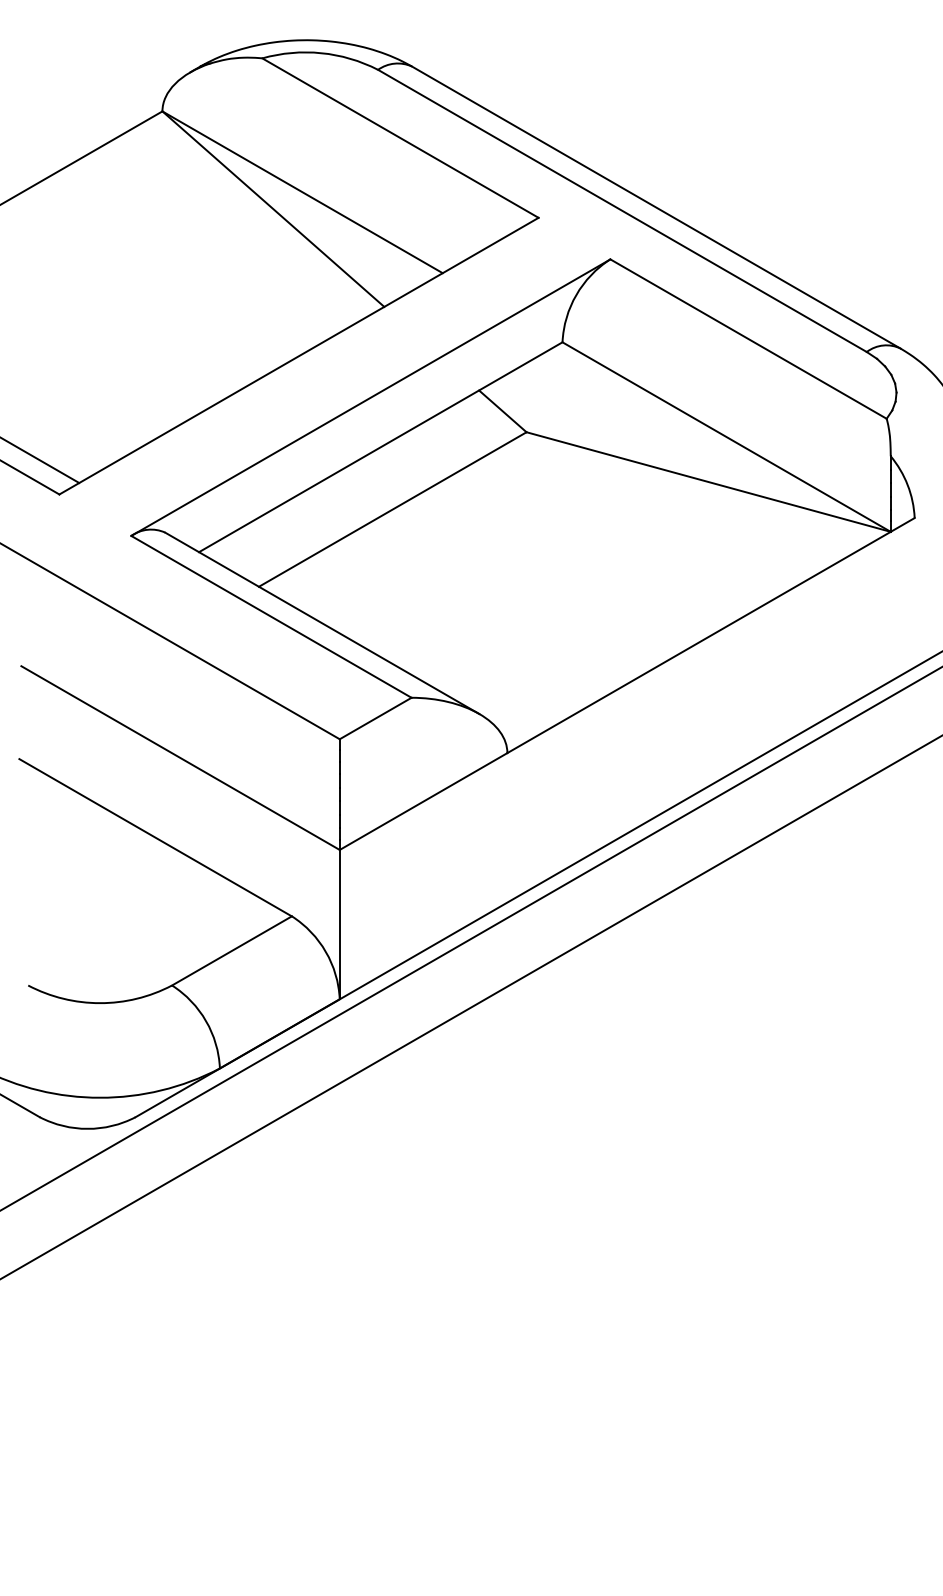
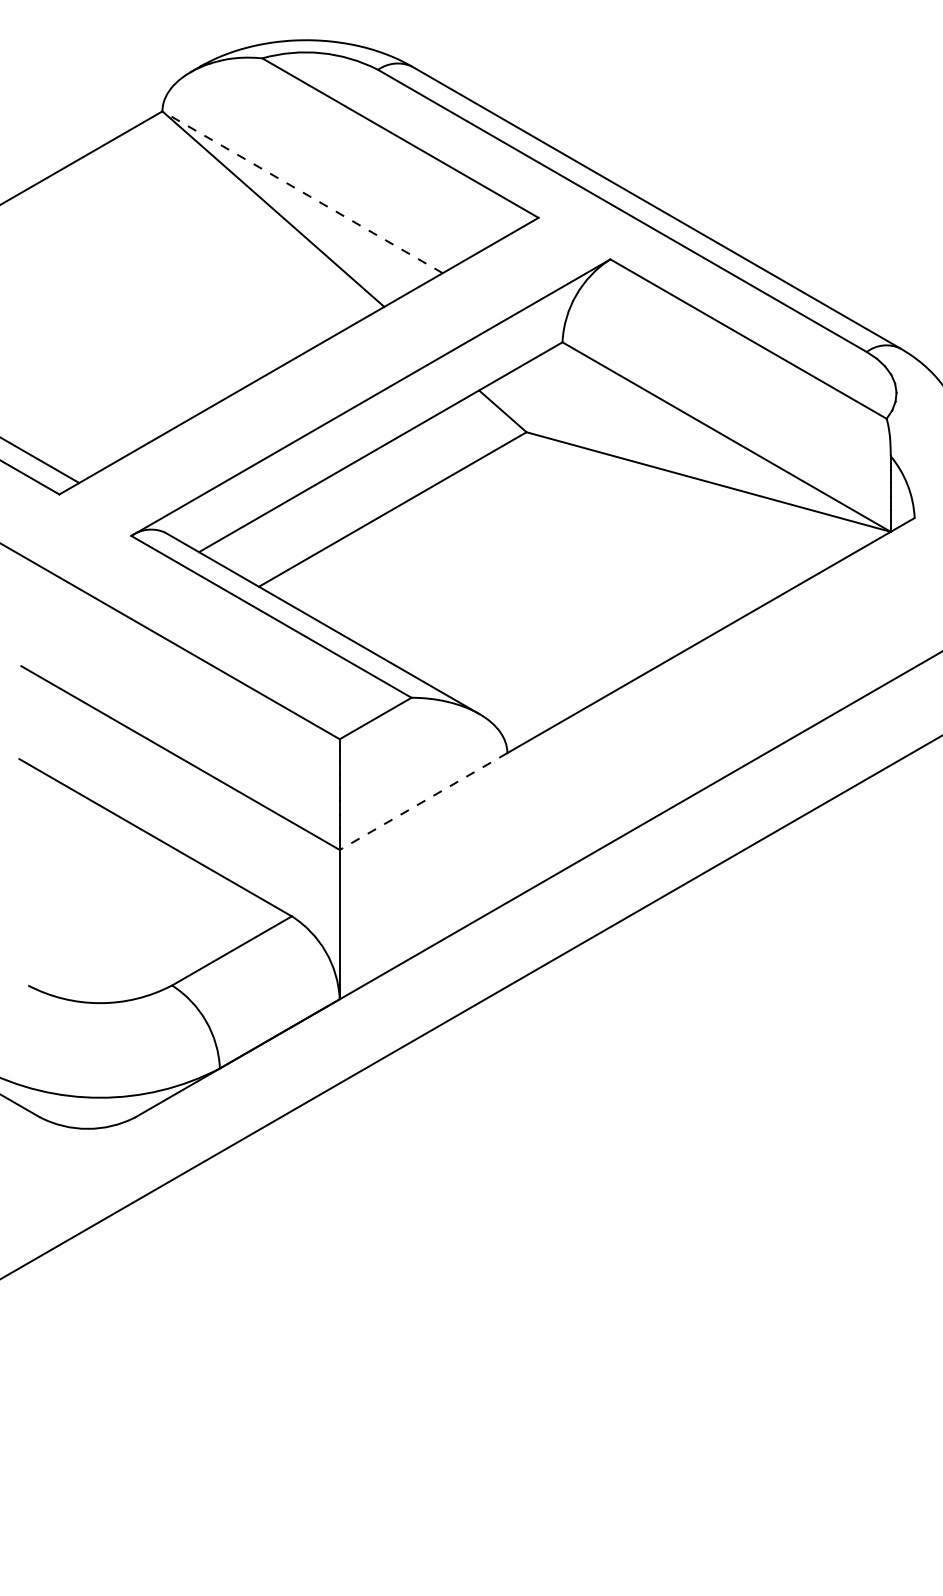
line at (302, 192): solid -> dashed
line at (423, 801): solid -> dashed
line at (470, 938): present -> none
